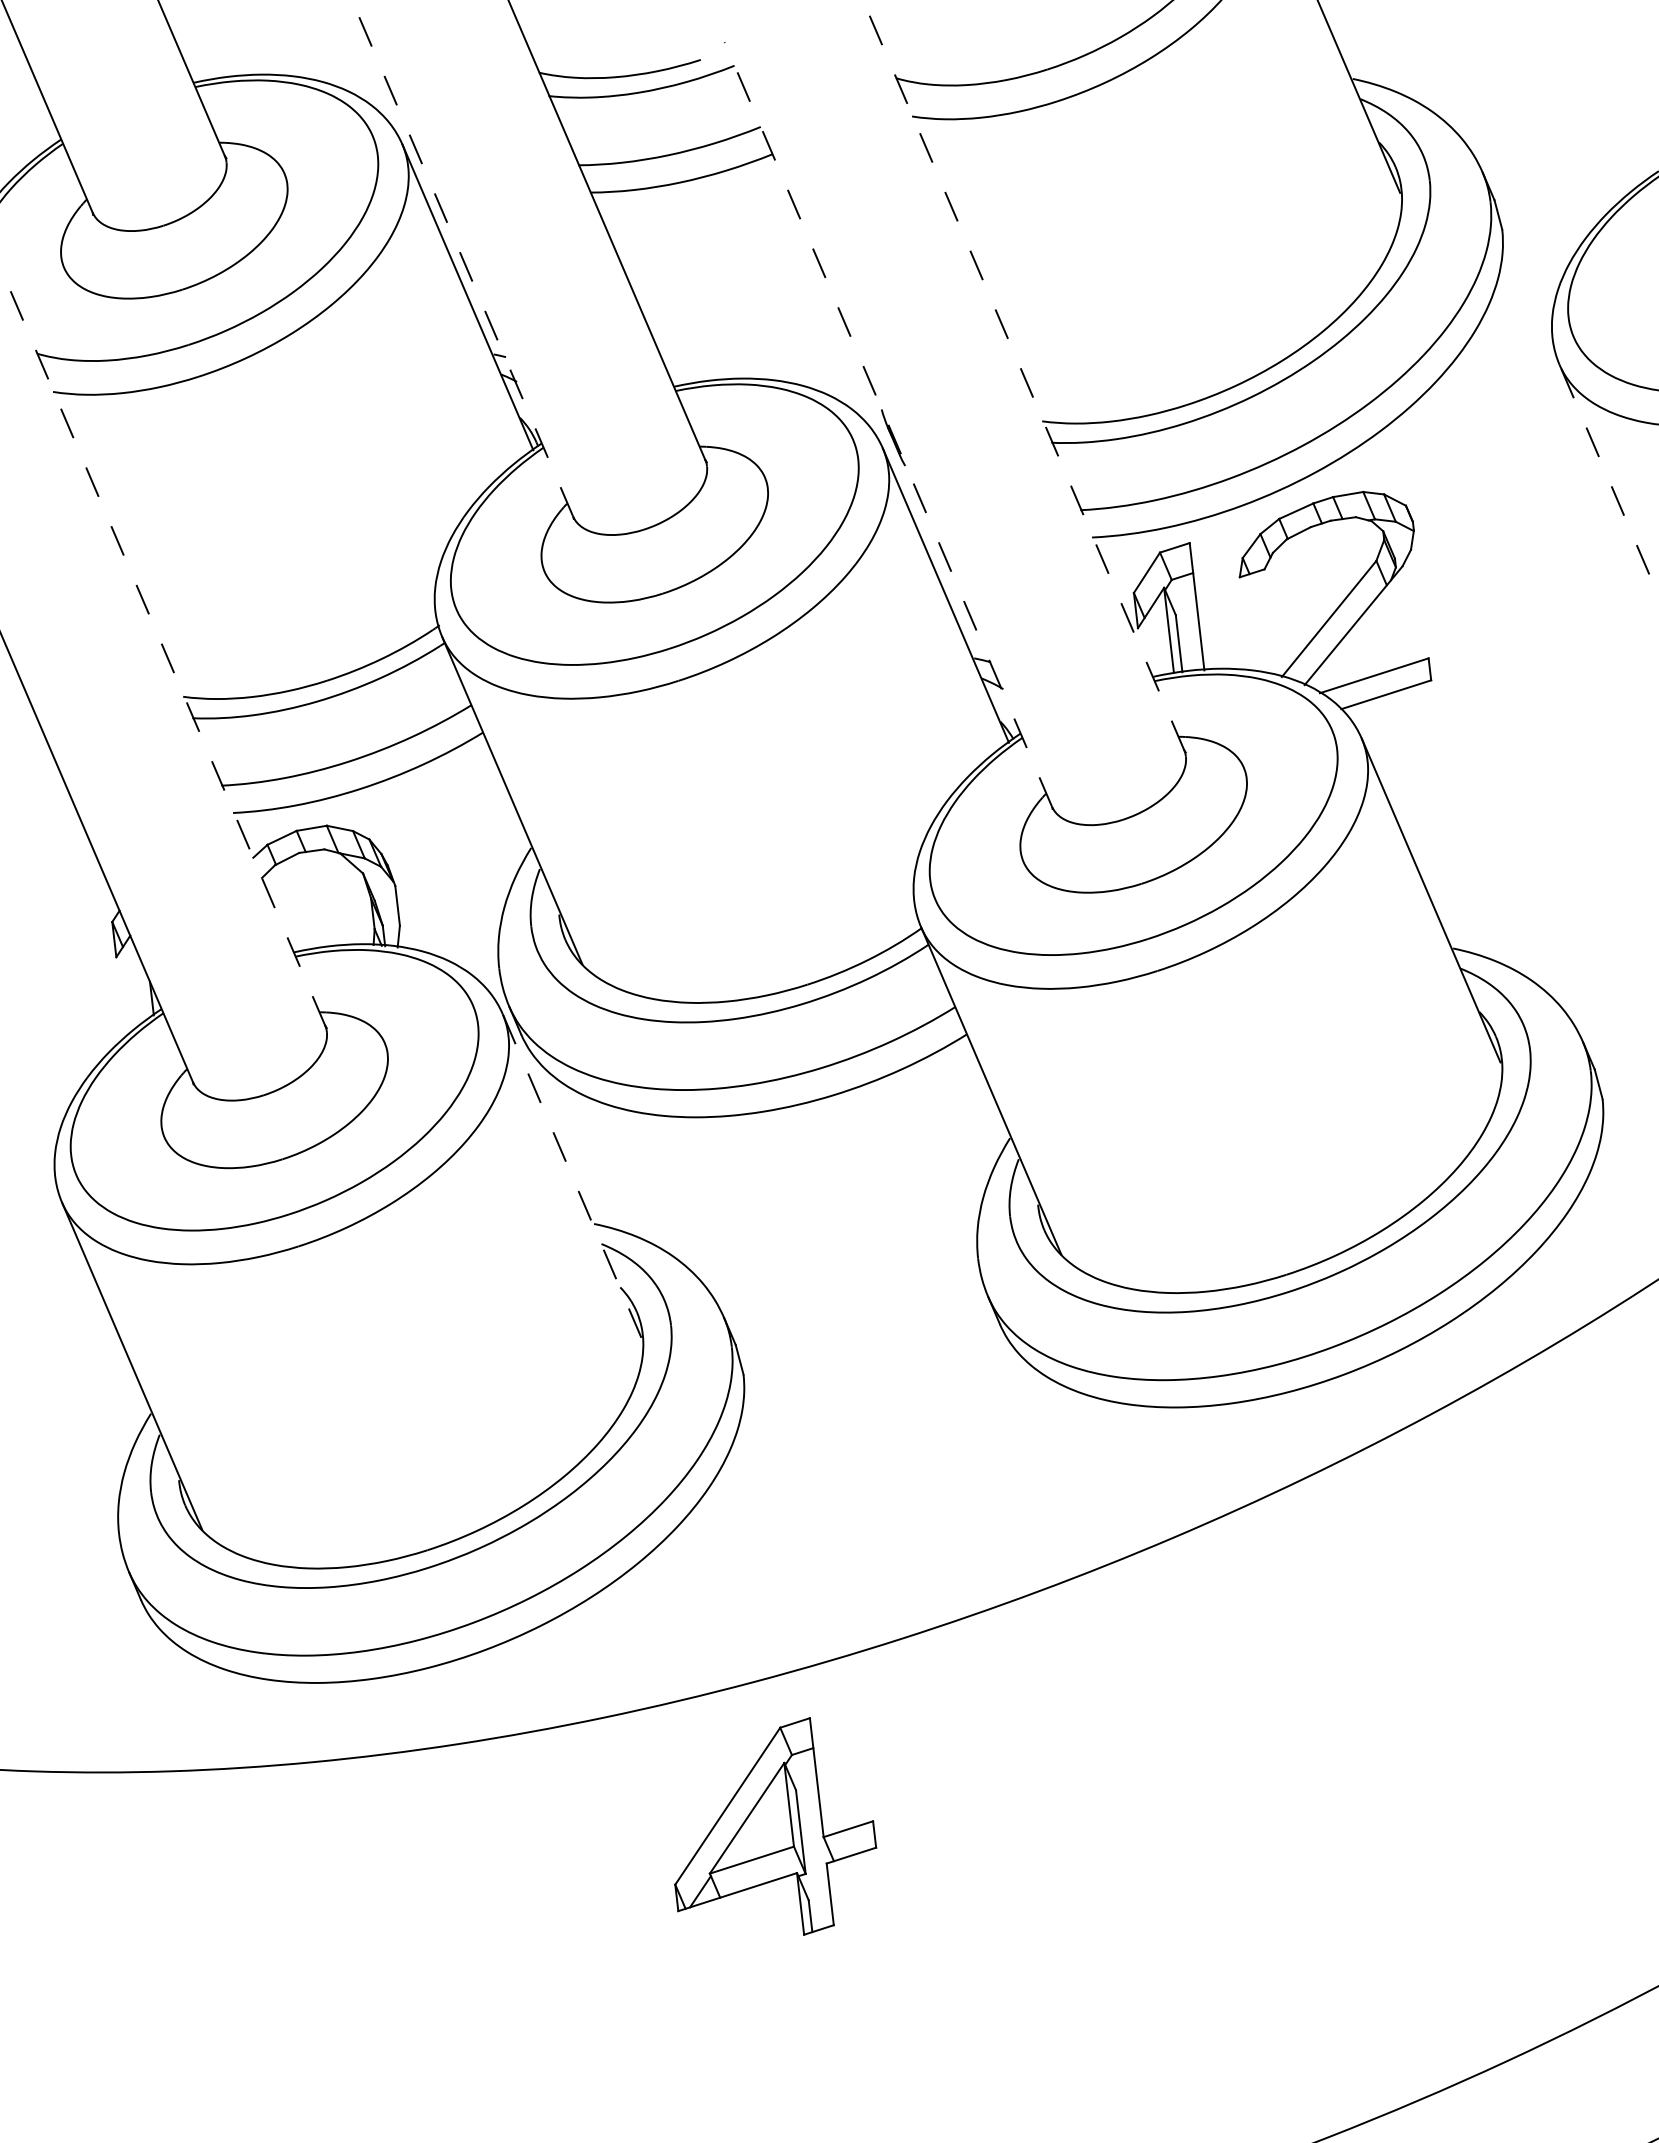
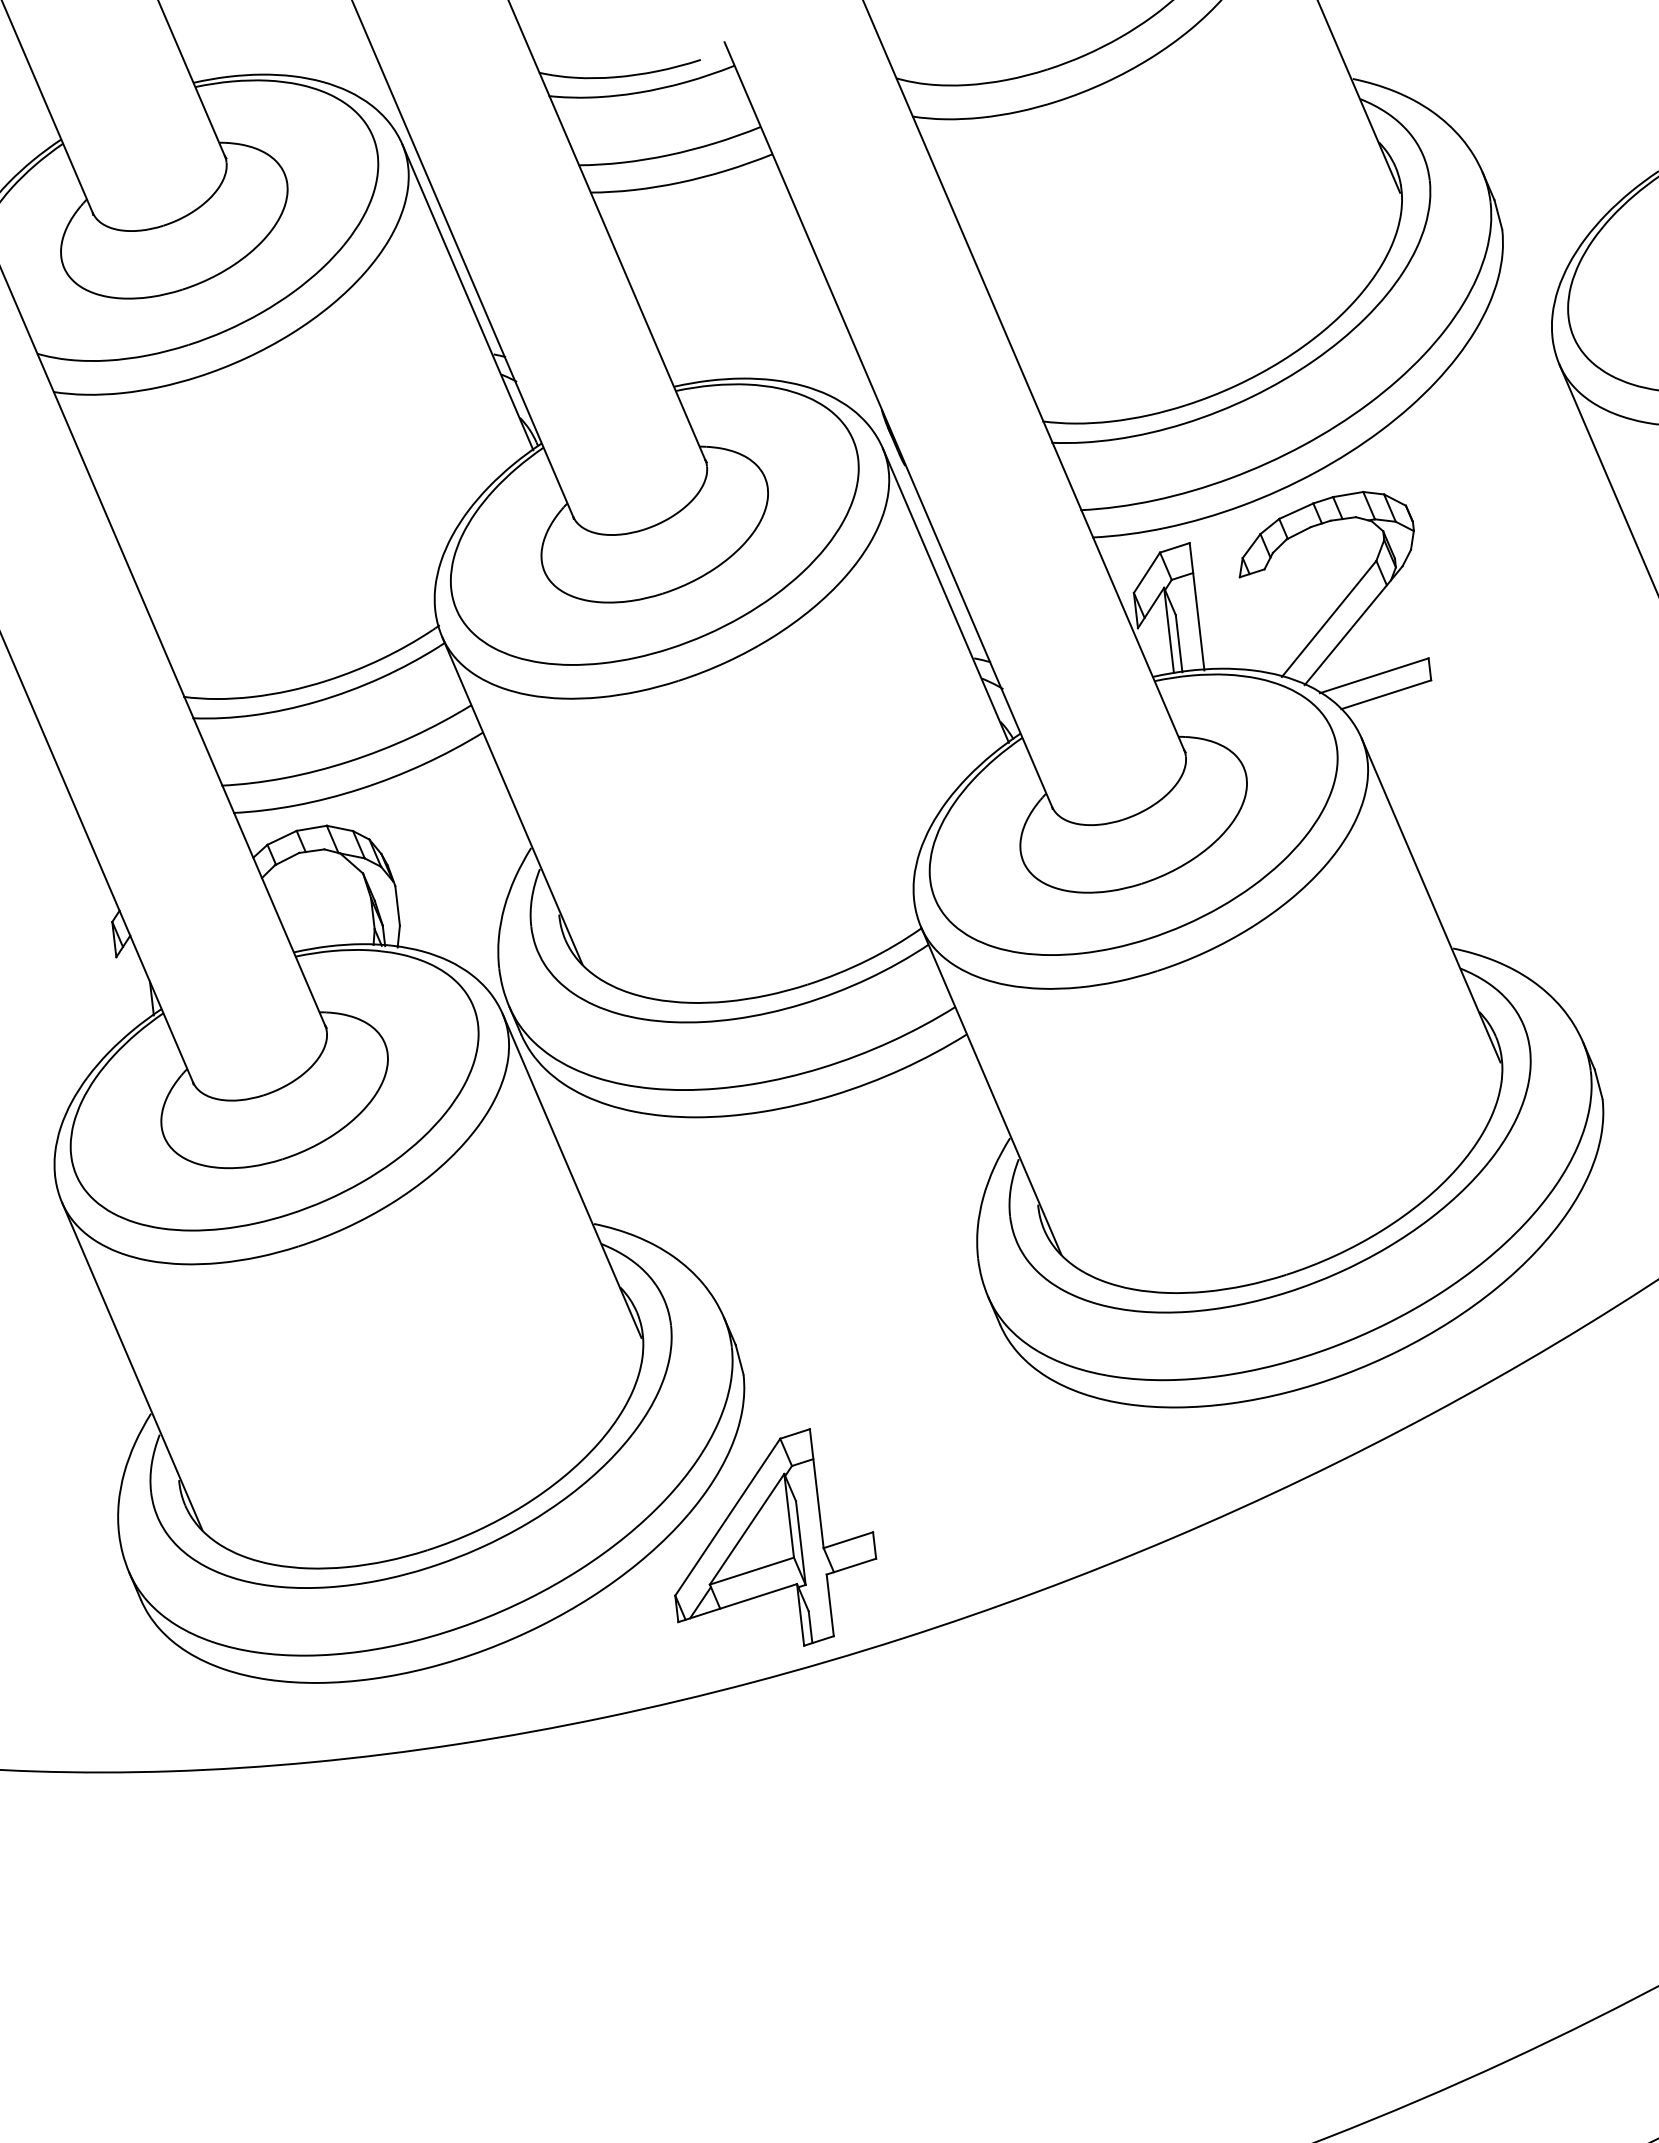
line at (462, 258): dashed -> solid
line at (1023, 375): dashed -> solid
line at (888, 424): dashed -> solid
line at (1609, 480): dashed -> solid
line at (162, 646): dashed -> solid
line at (571, 1175): dashed -> solid
part at (775, 1826) position: (775, 1826) -> (775, 1537)
